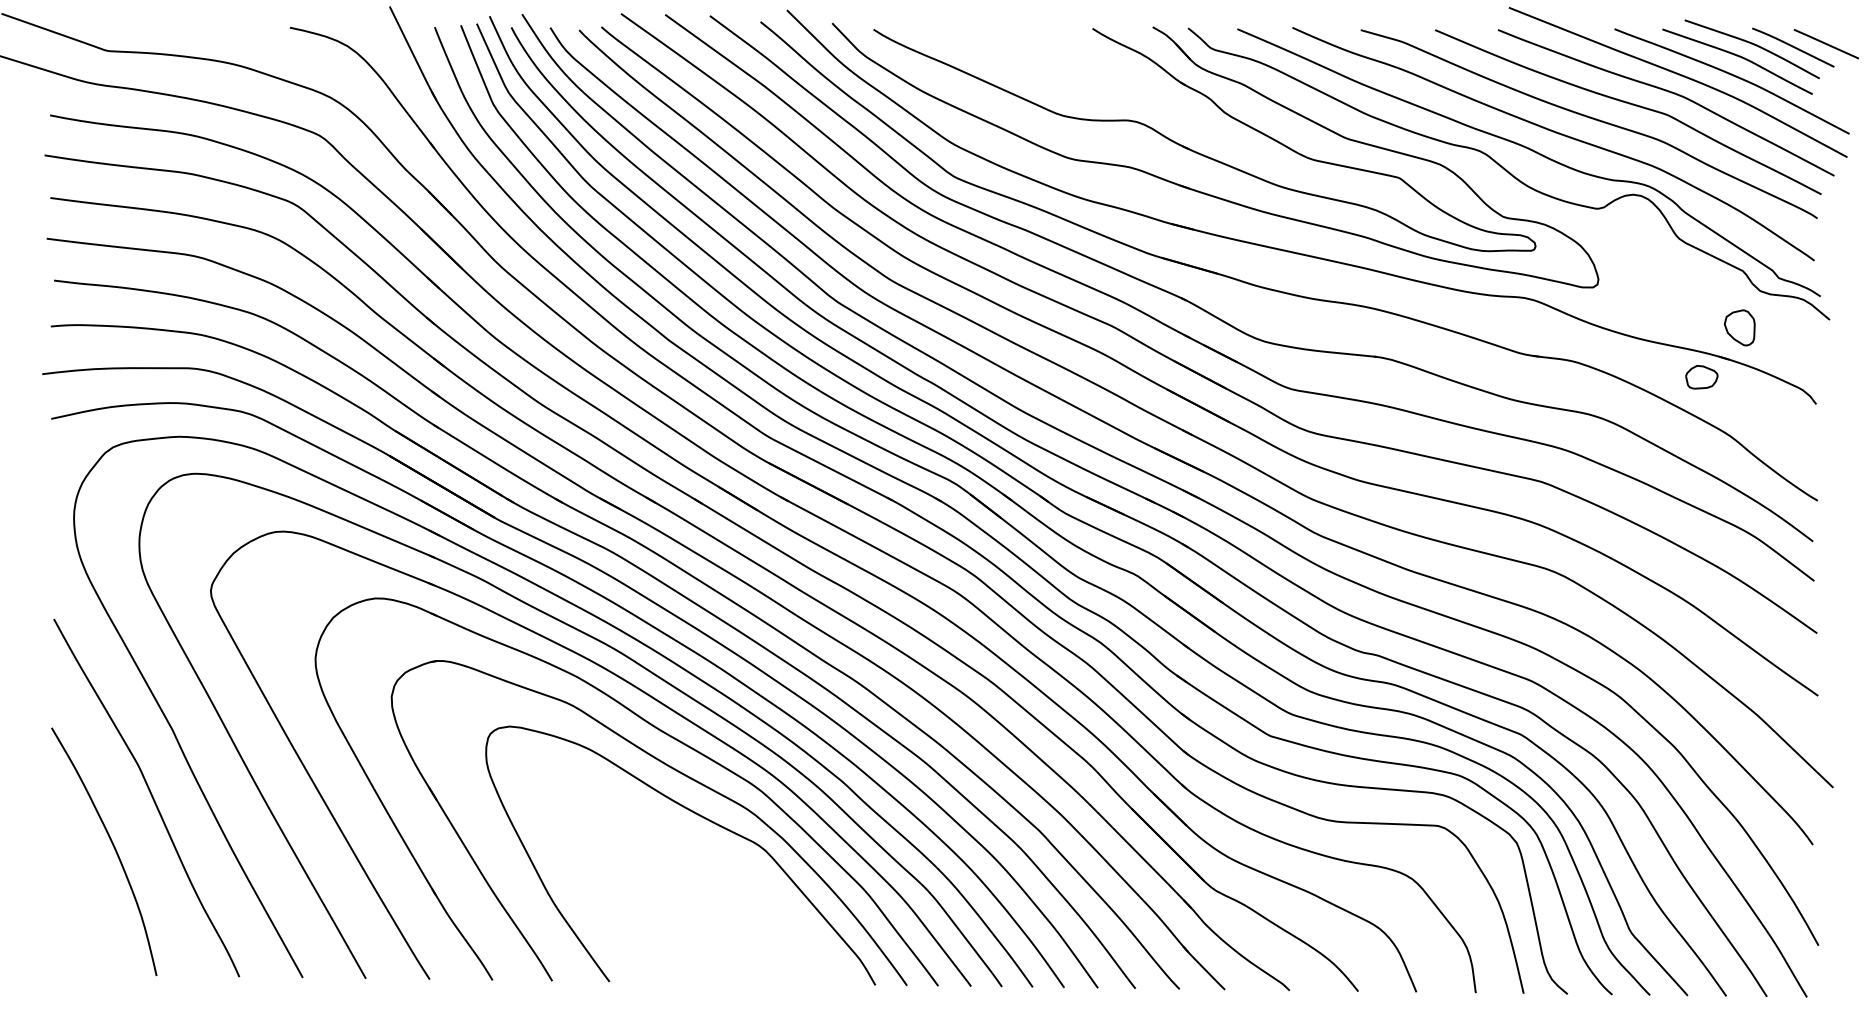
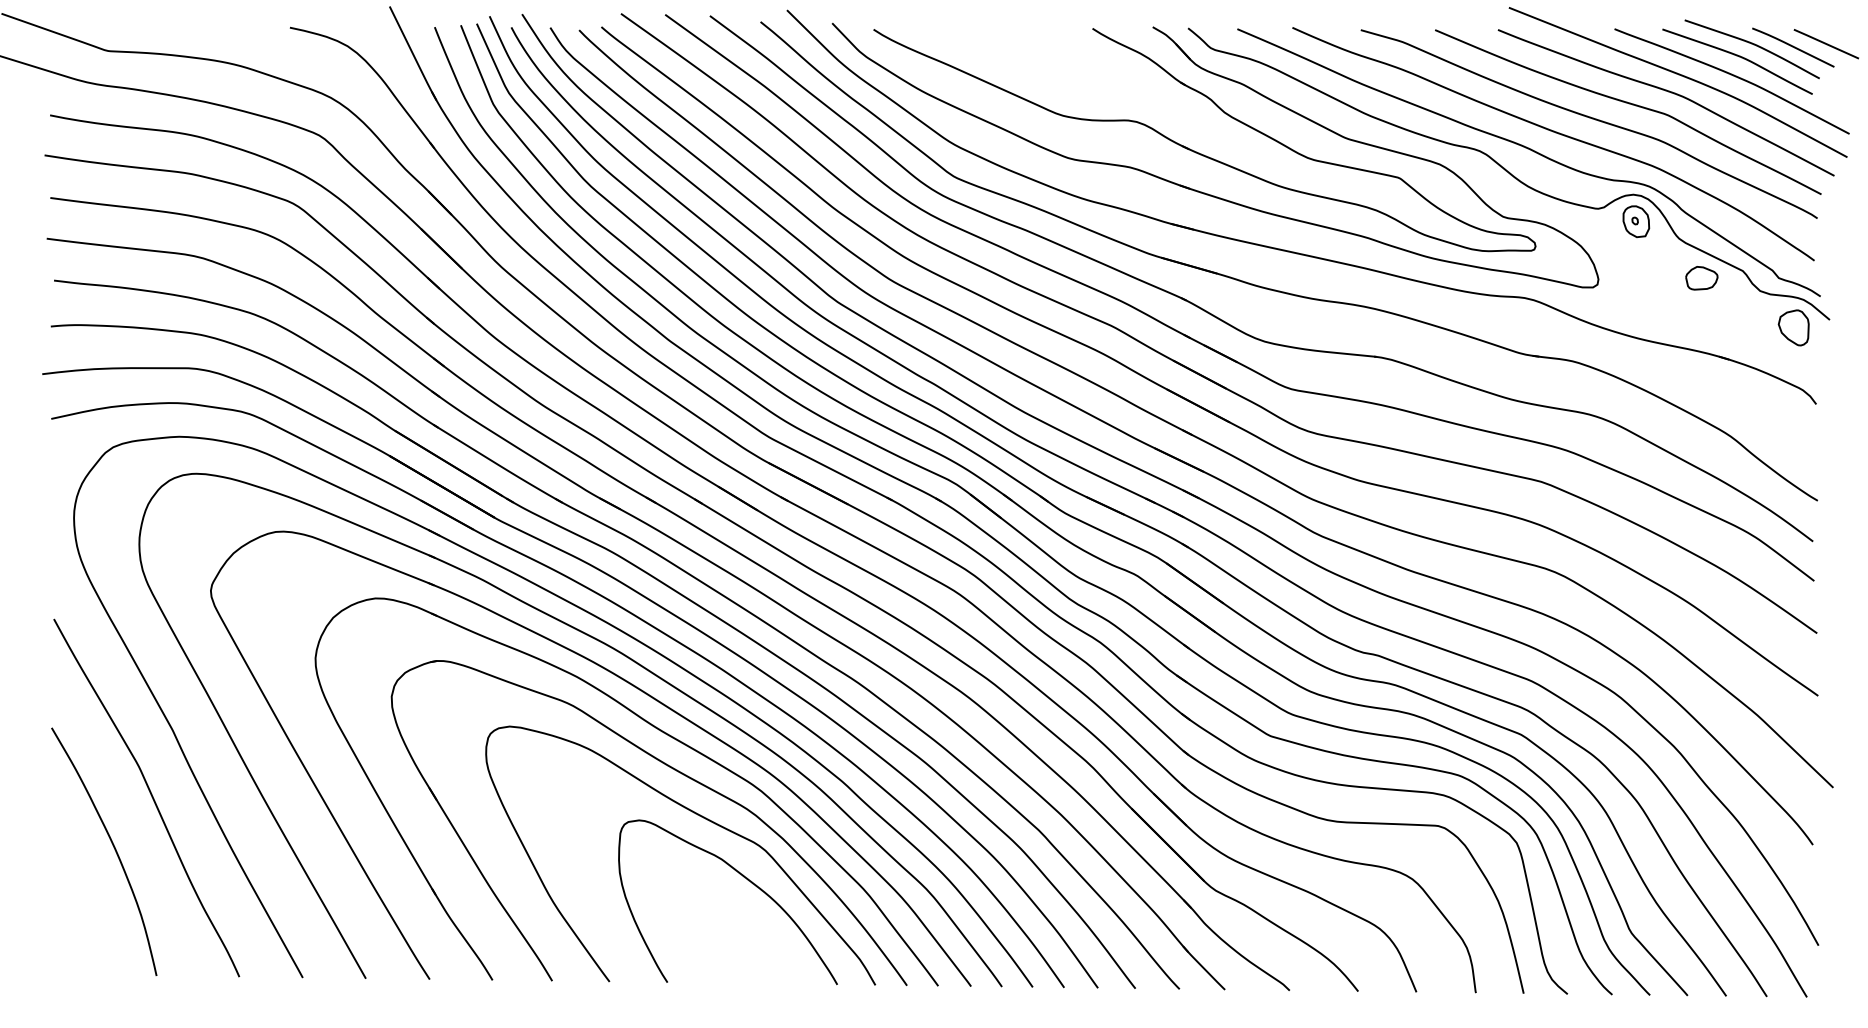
part at (1636, 221): none -> present
part at (1739, 327) position: (1739, 327) -> (1793, 327)
part at (1701, 377) position: (1701, 377) -> (1701, 278)
curve at (743, 877): none -> present
